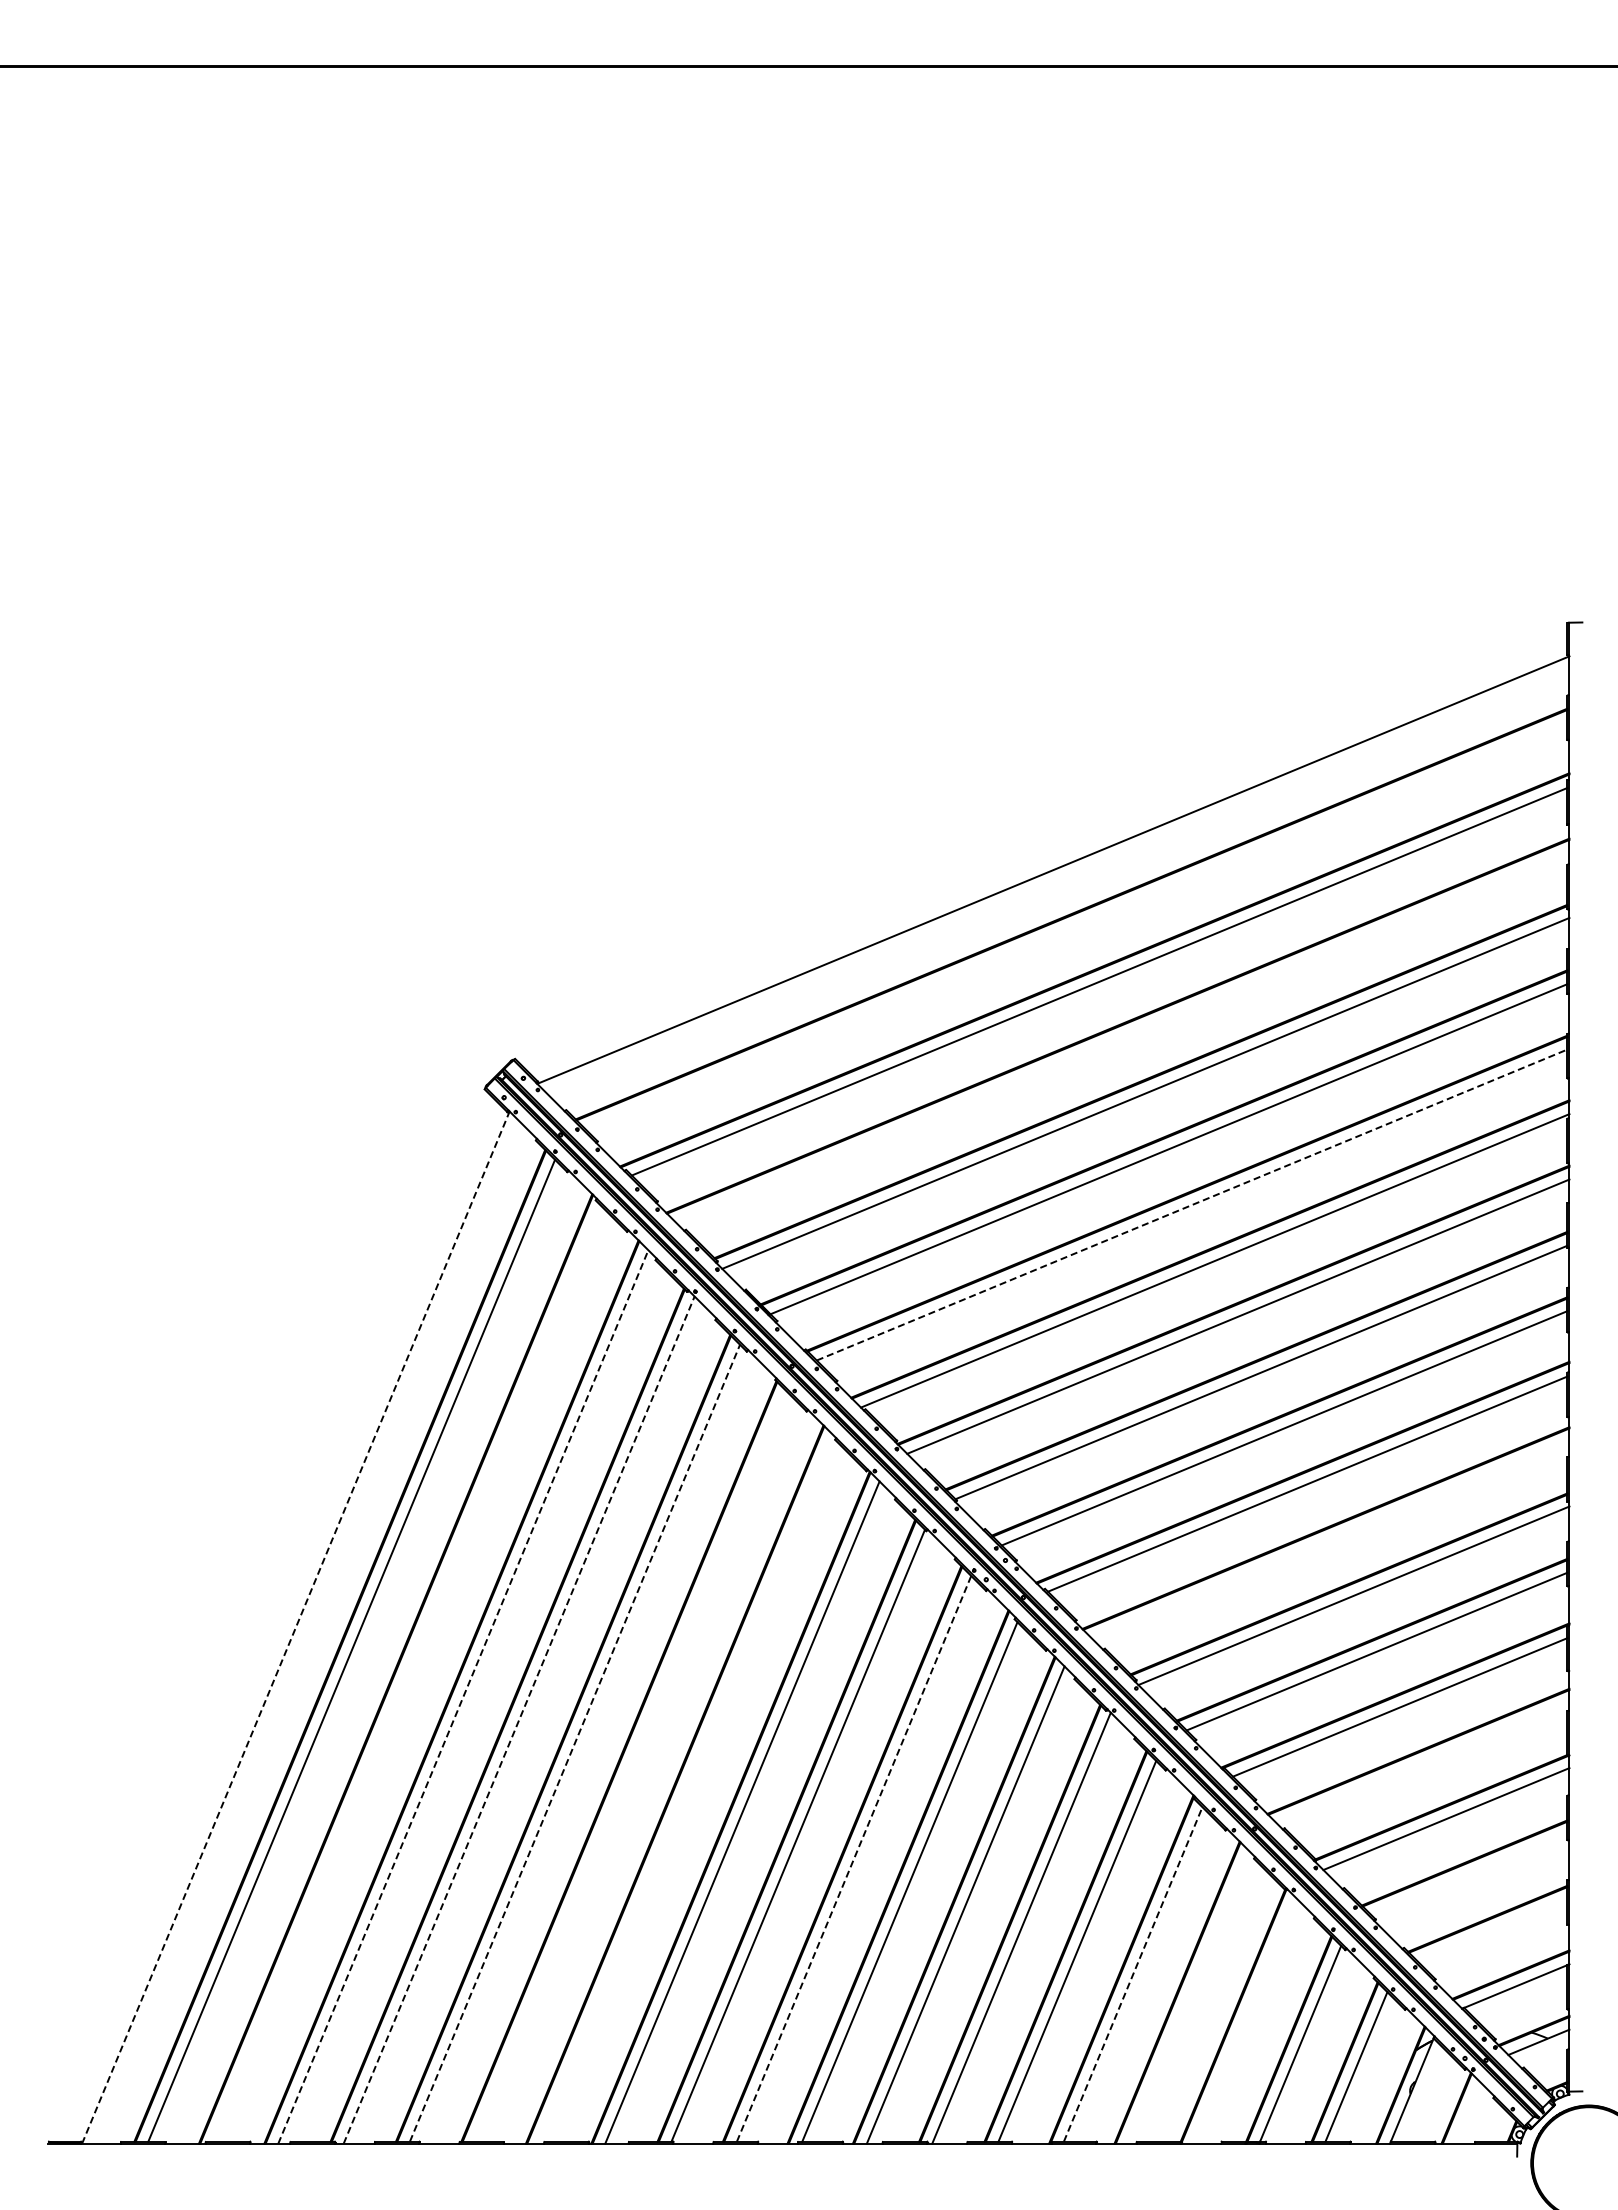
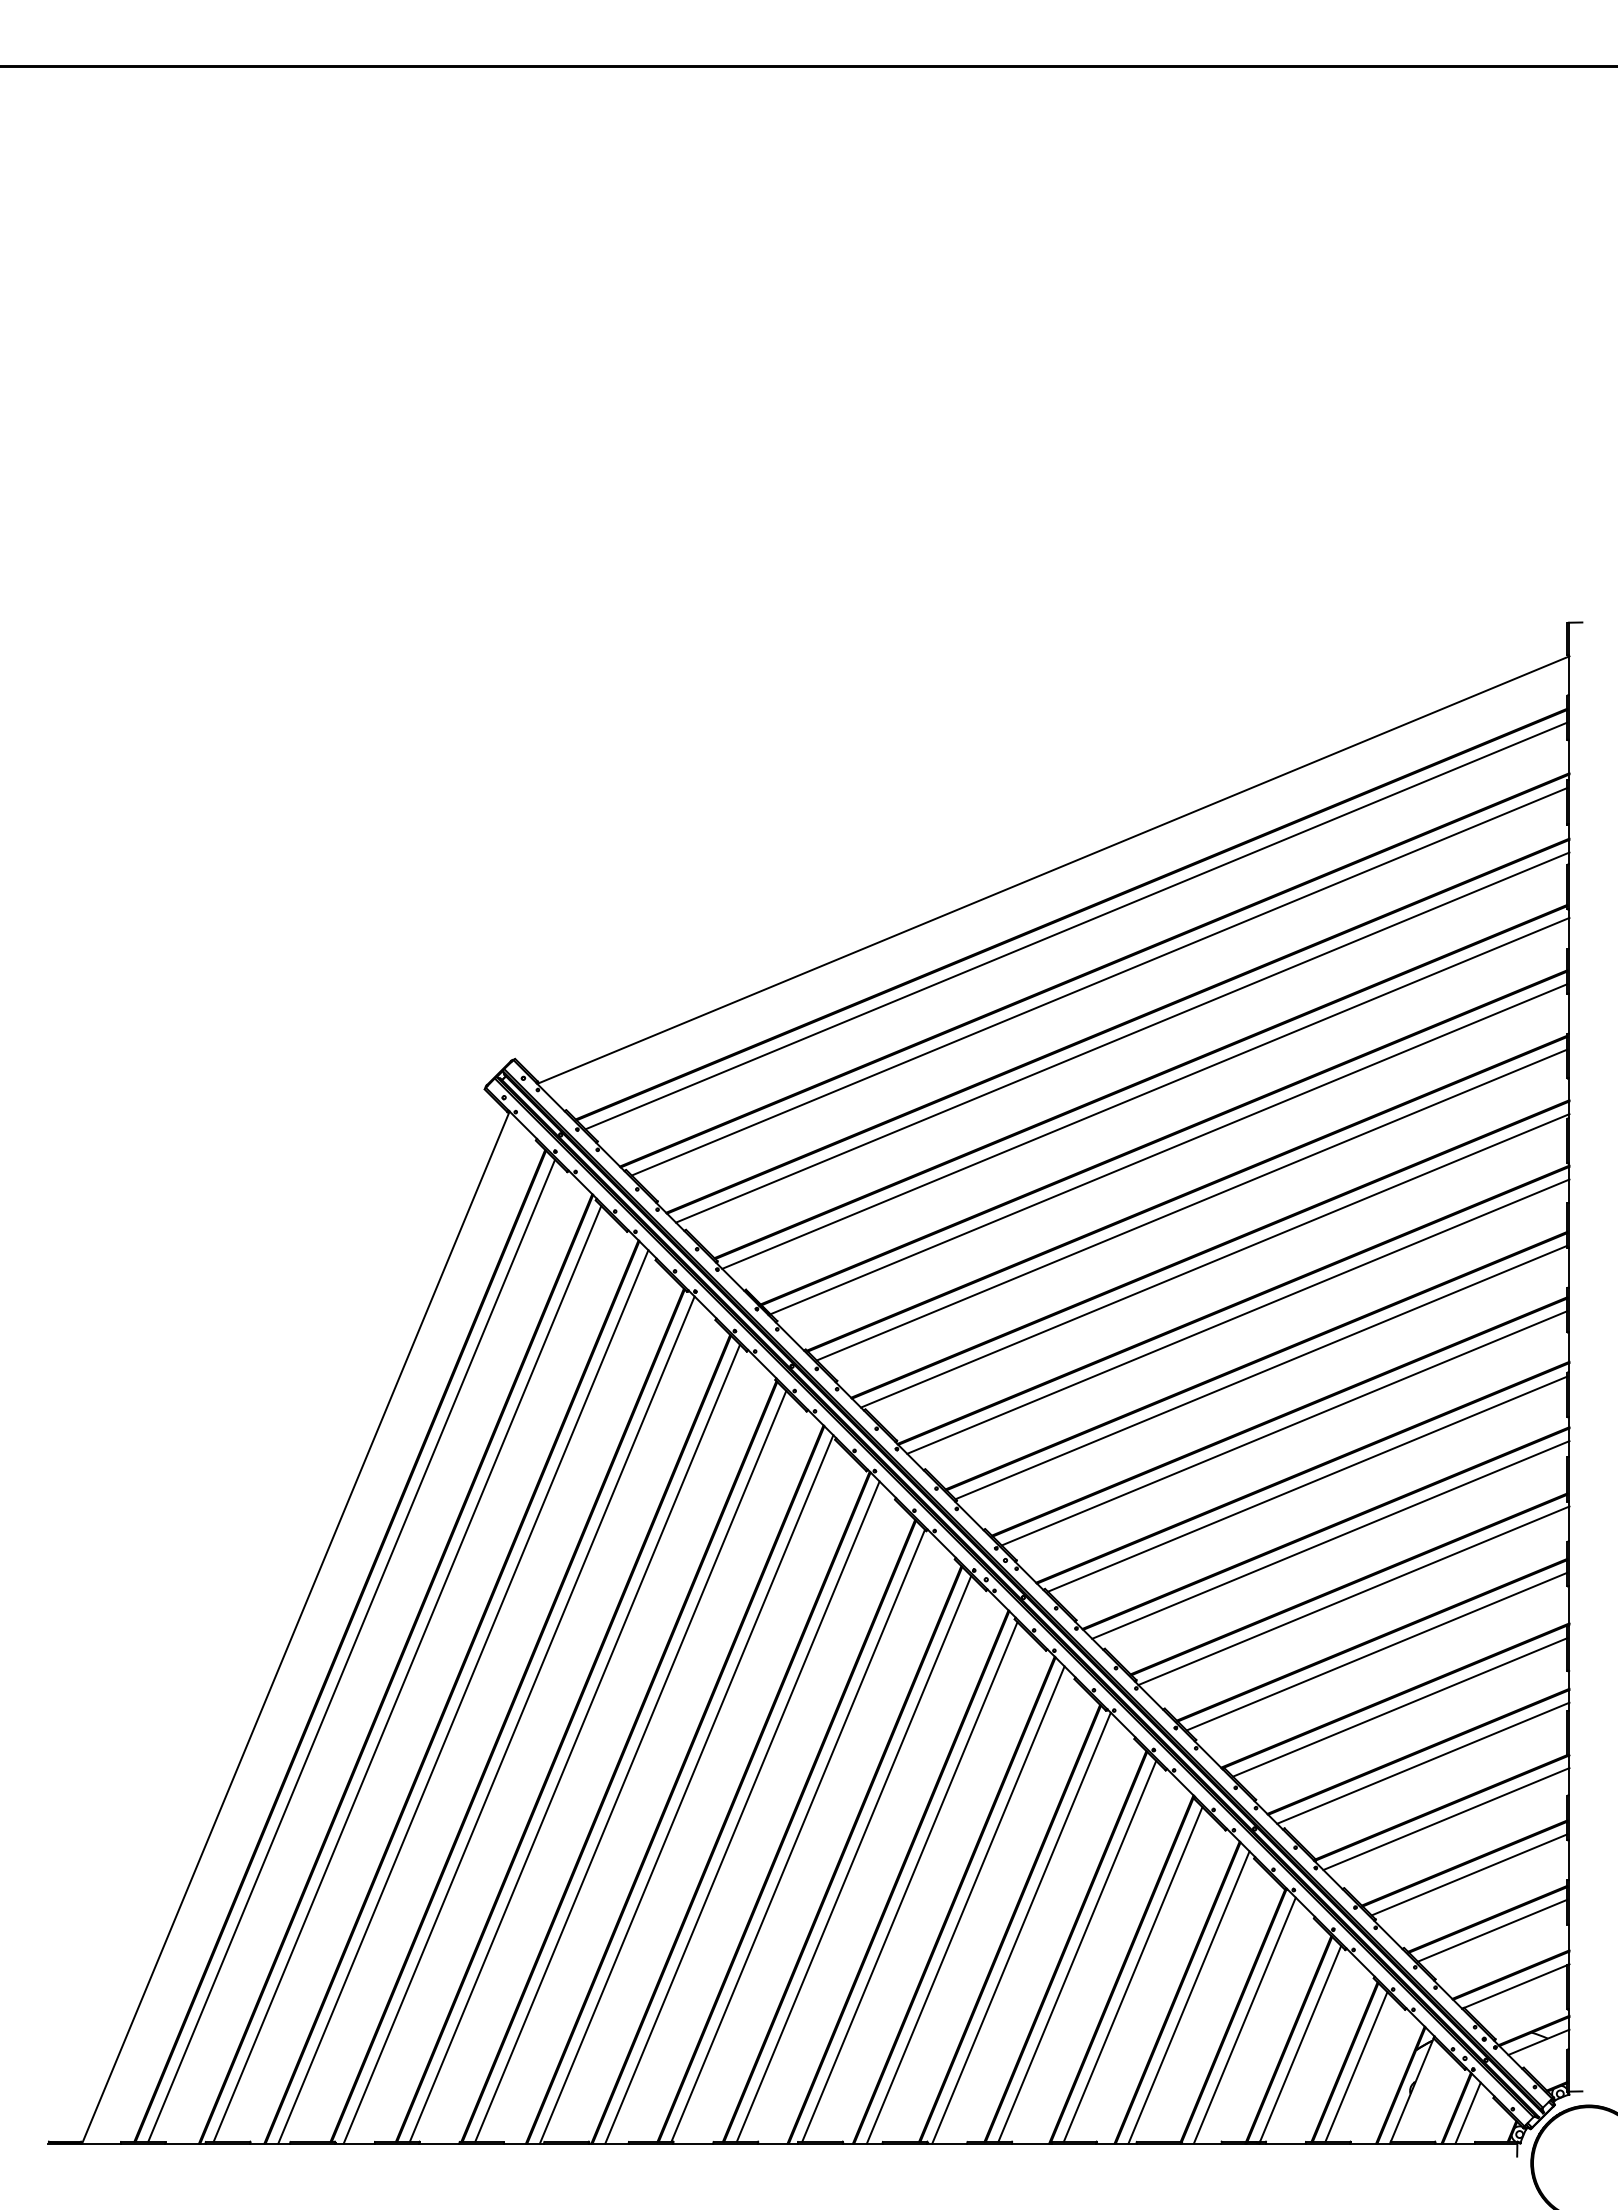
line at (1076, 925): none -> present
line at (1122, 1037): none -> present
line at (1192, 1204): dashed -> solid
line at (1330, 1539): none -> present
line at (295, 1627): dashed -> solid
line at (407, 1673): none -> present
line at (463, 1696): dashed -> solid
line at (519, 1719): dashed -> solid
line at (575, 1742): dashed -> solid
line at (1423, 1762): none -> present
line at (630, 1766): none -> present
line at (686, 1789): none -> present
line at (854, 1858): dashed -> solid
line at (1469, 1874): none -> present
line at (1492, 1930): none -> present
line at (1133, 1973): dashed -> solid
line at (1188, 1997): none -> present
line at (1244, 2020): none -> present
line at (1467, 2112): none -> present
